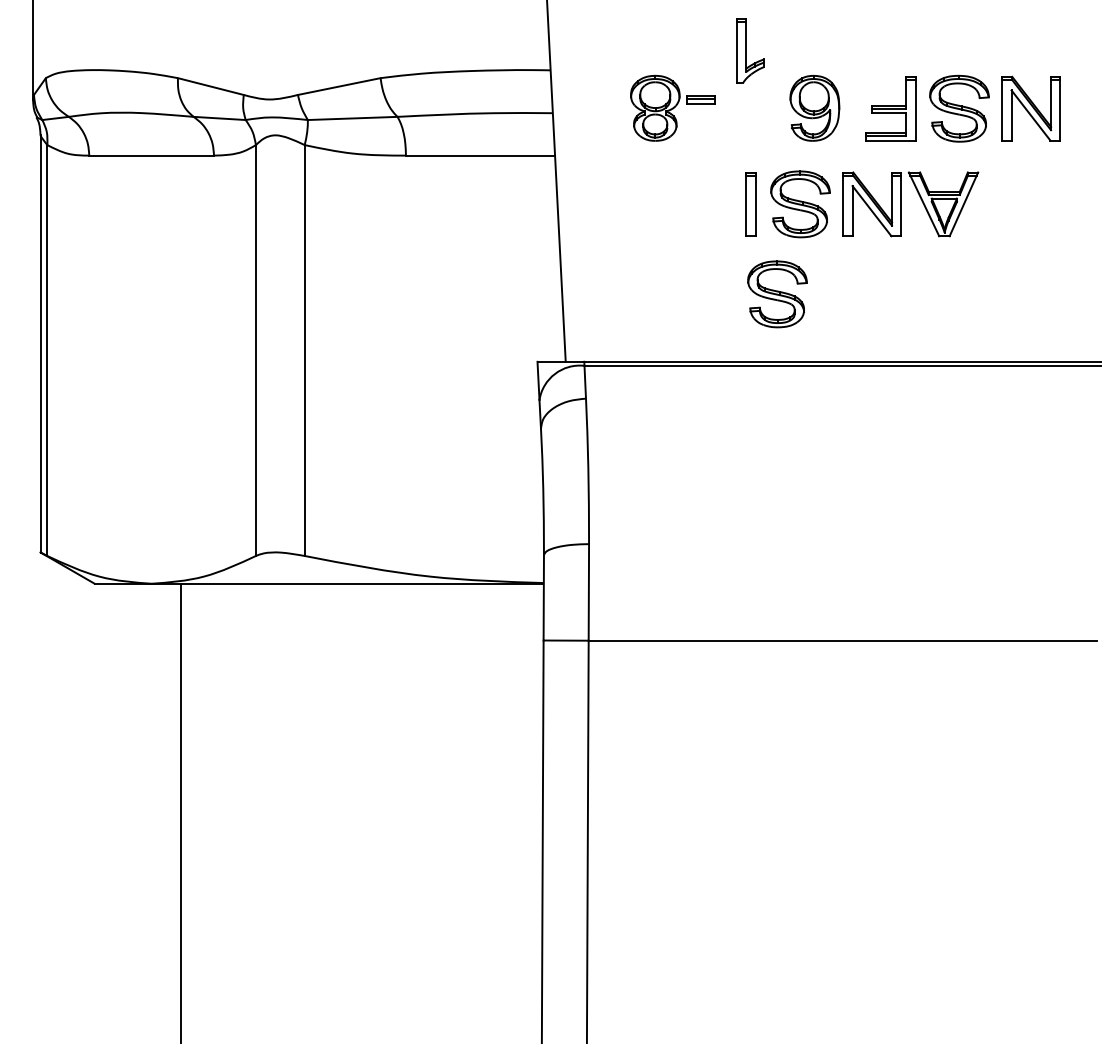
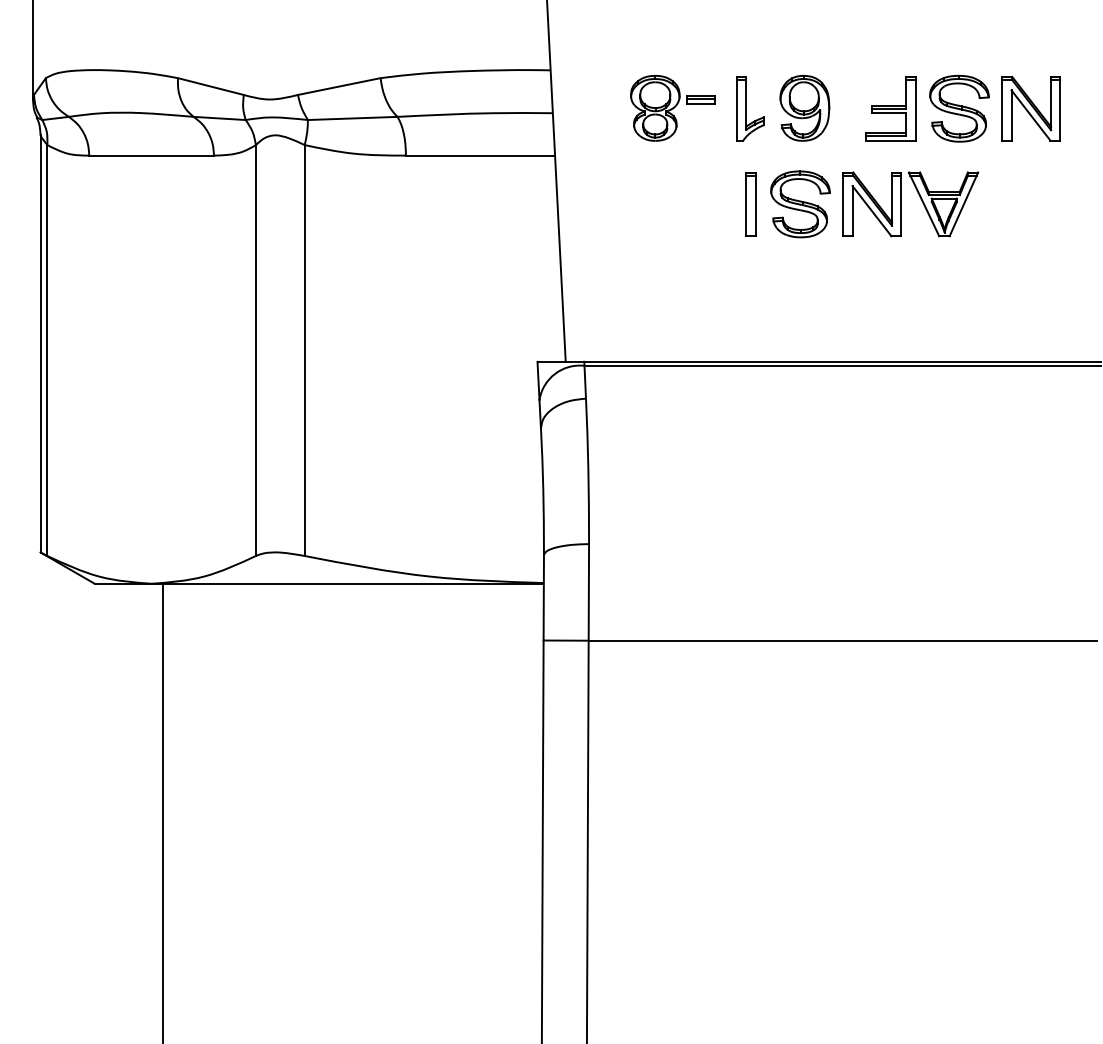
part at (750, 50) position: (750, 50) -> (750, 108)
part at (814, 107) position: (814, 107) -> (804, 107)
part at (777, 294): present -> none
line at (181, 811) position: (181, 811) -> (163, 811)
